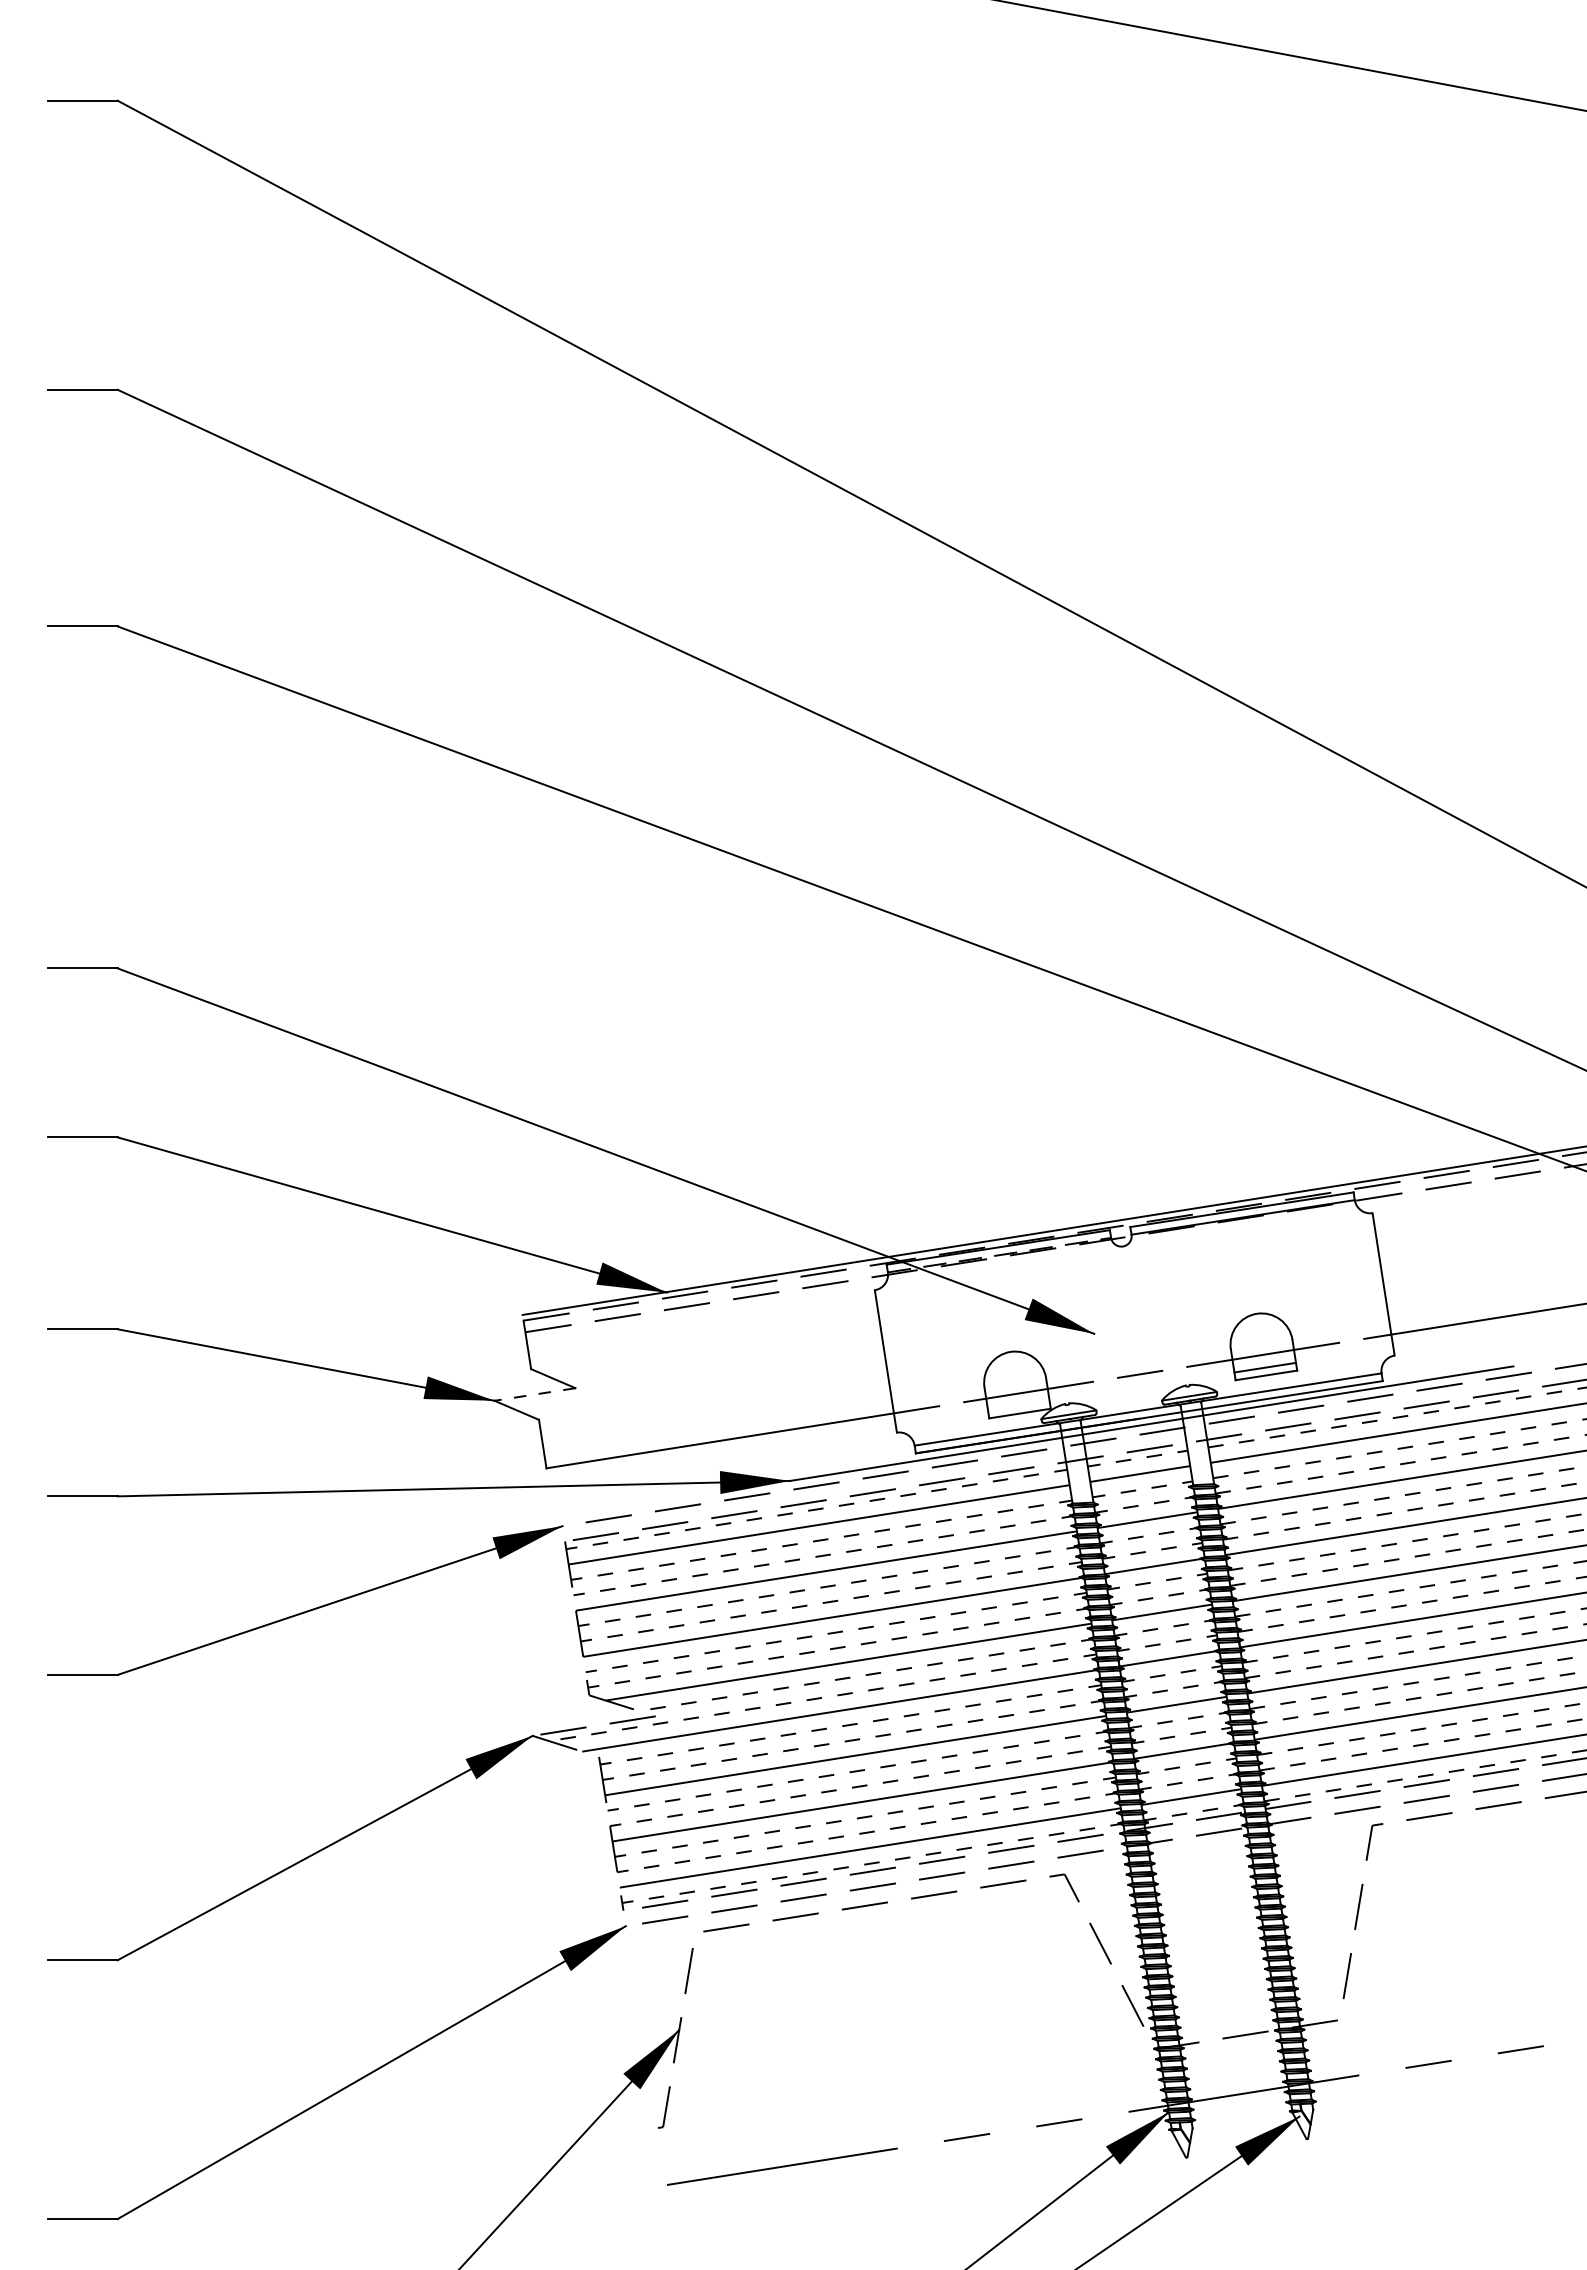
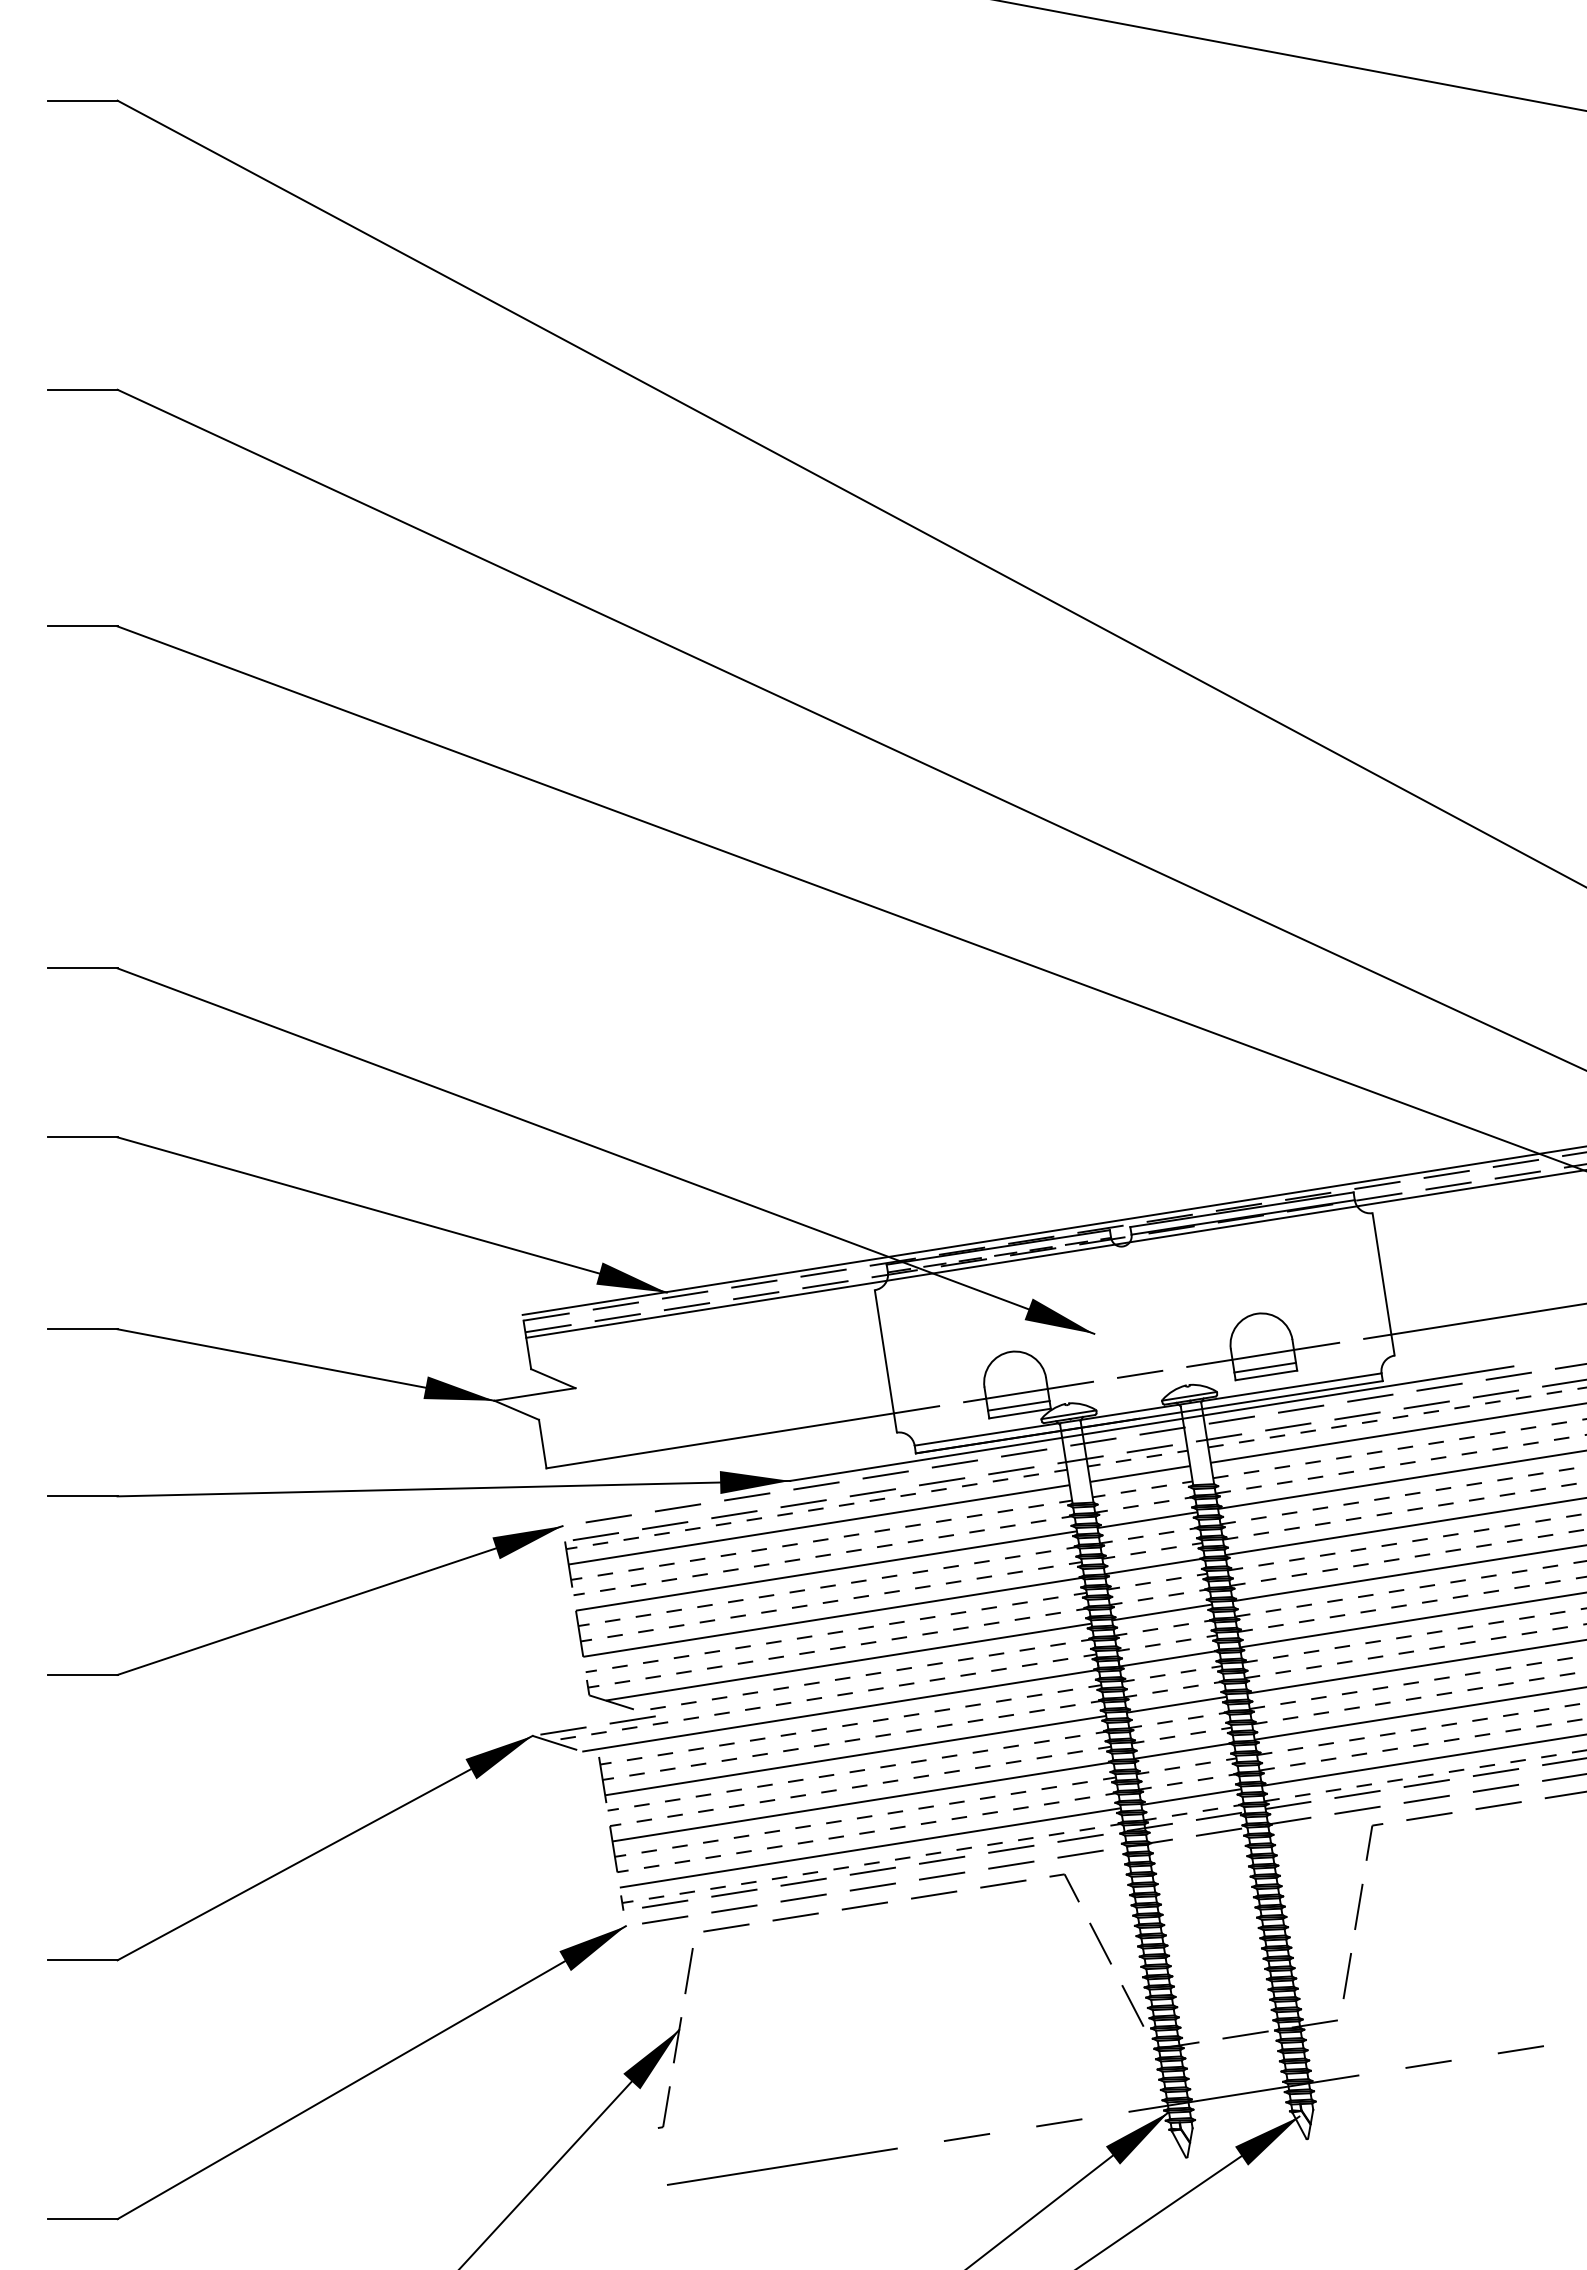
line at (1054, 1253): none -> present
line at (535, 1394): dashed -> solid
line at (1018, 1405): none -> present
